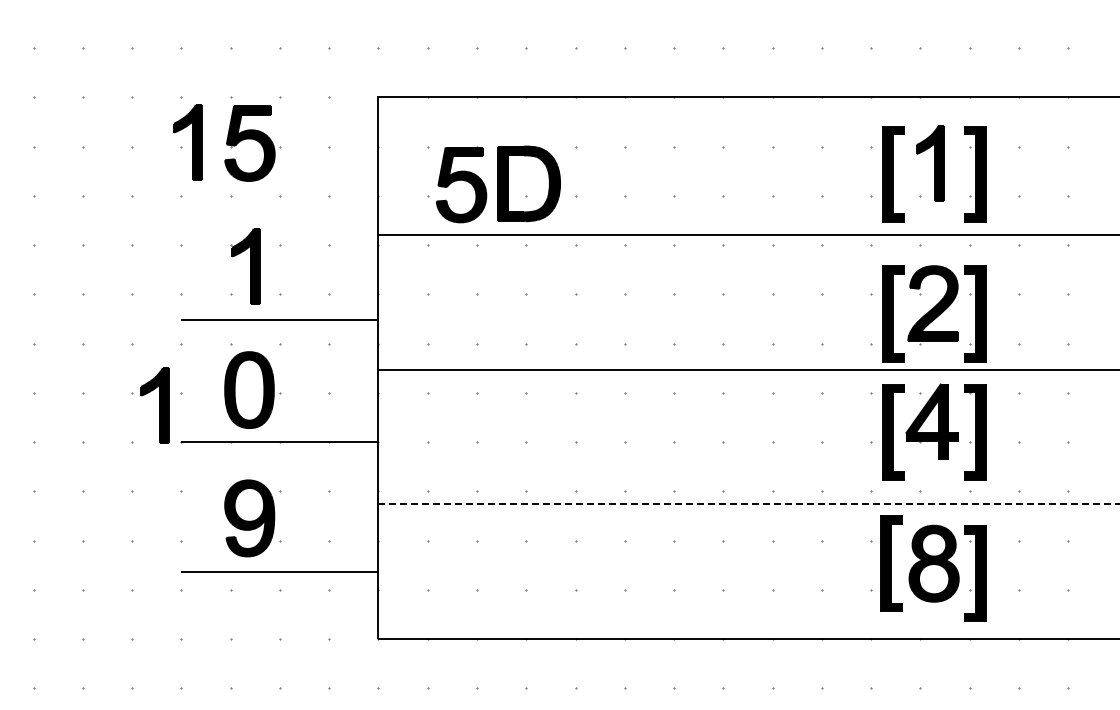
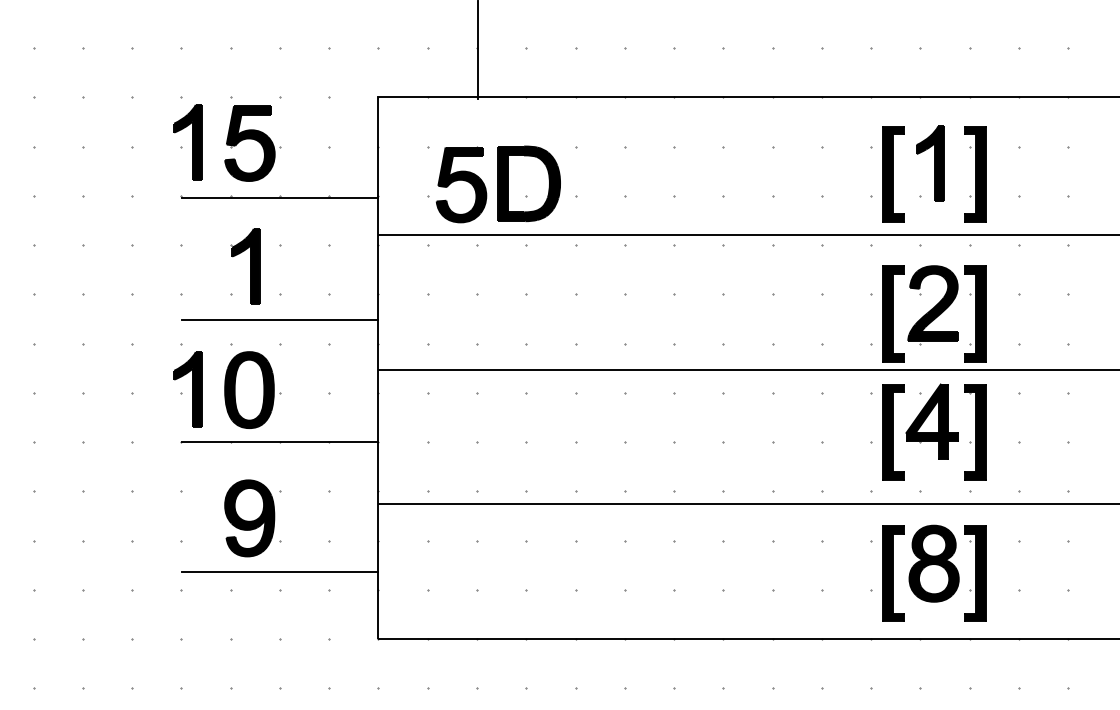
line at (477, 50): none -> present
line at (279, 197): none -> present
part at (154, 405) position: (154, 405) -> (187, 389)
line at (749, 504): dashed -> solid
part at (891, 563) position: (891, 563) -> (893, 573)
